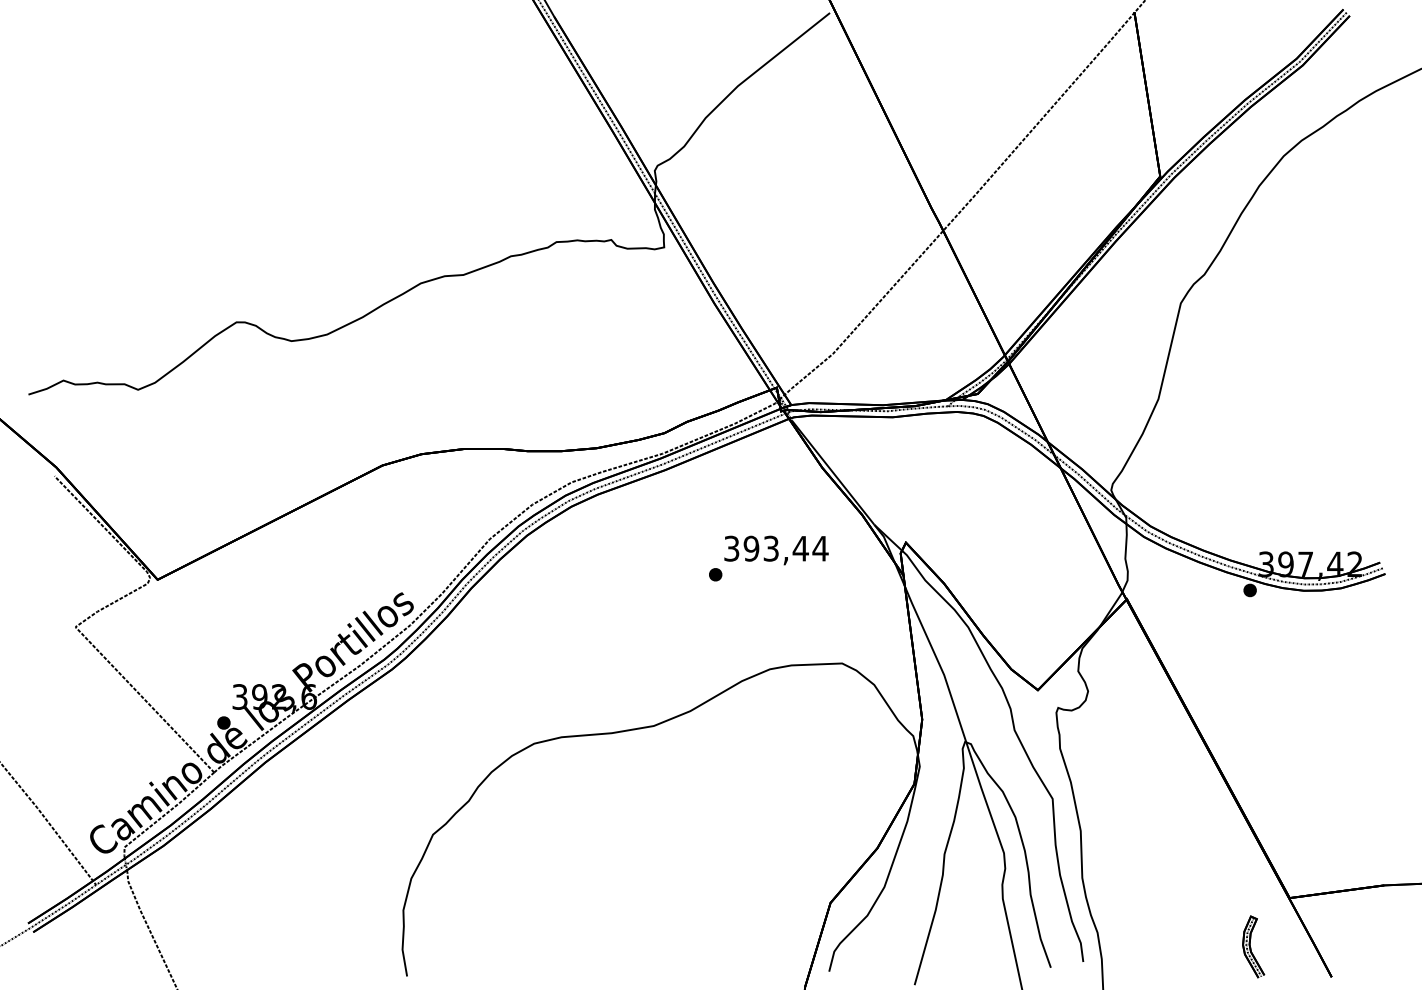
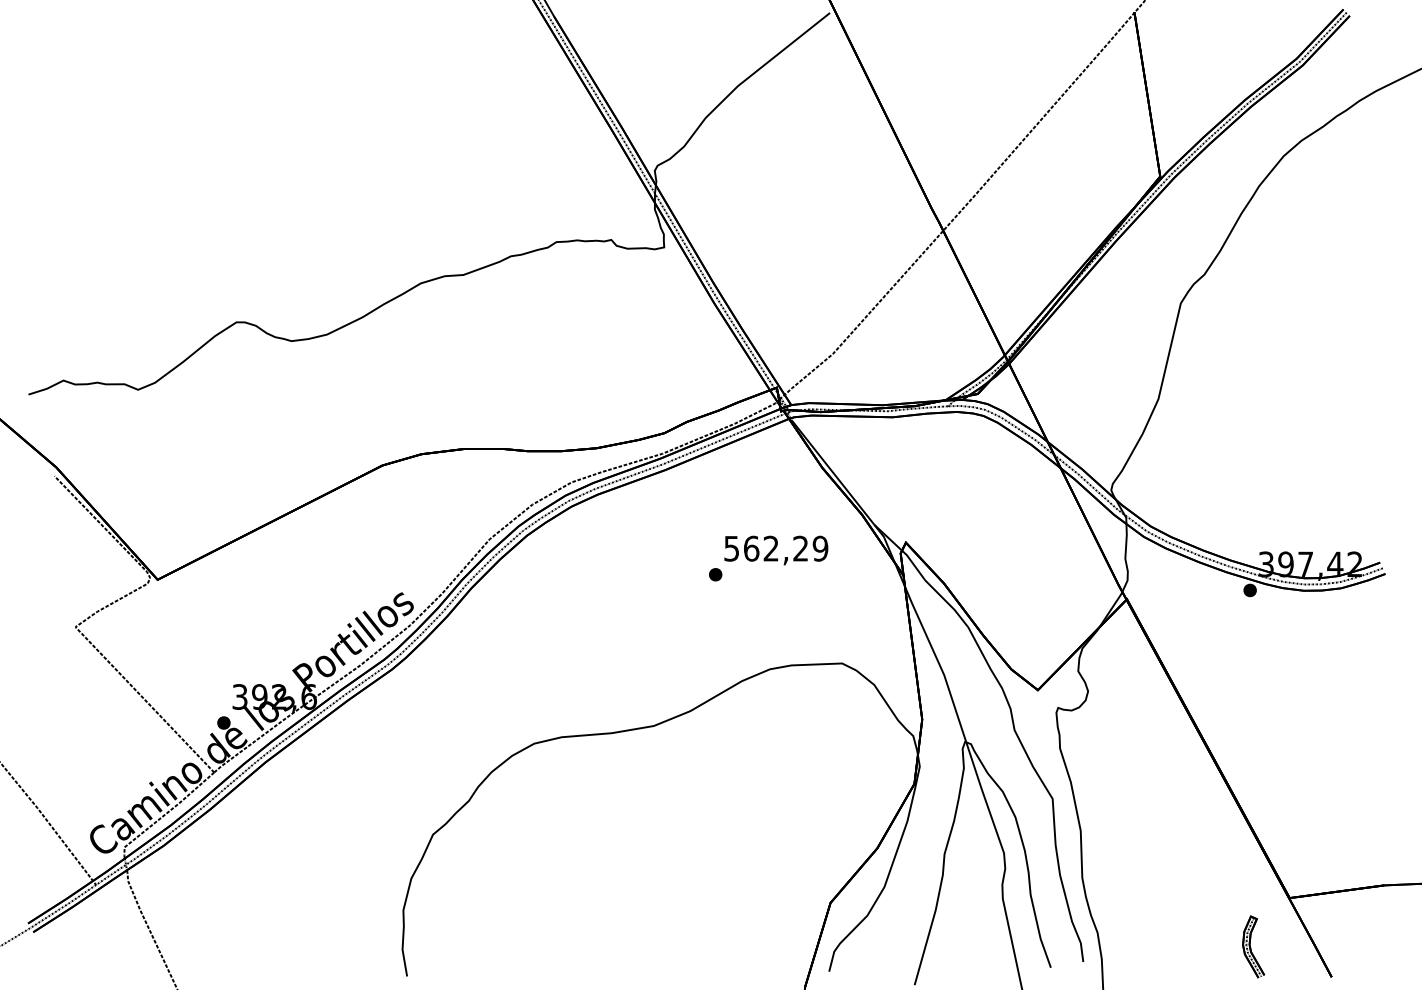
text at (776, 548): 393,44 -> 562,29
